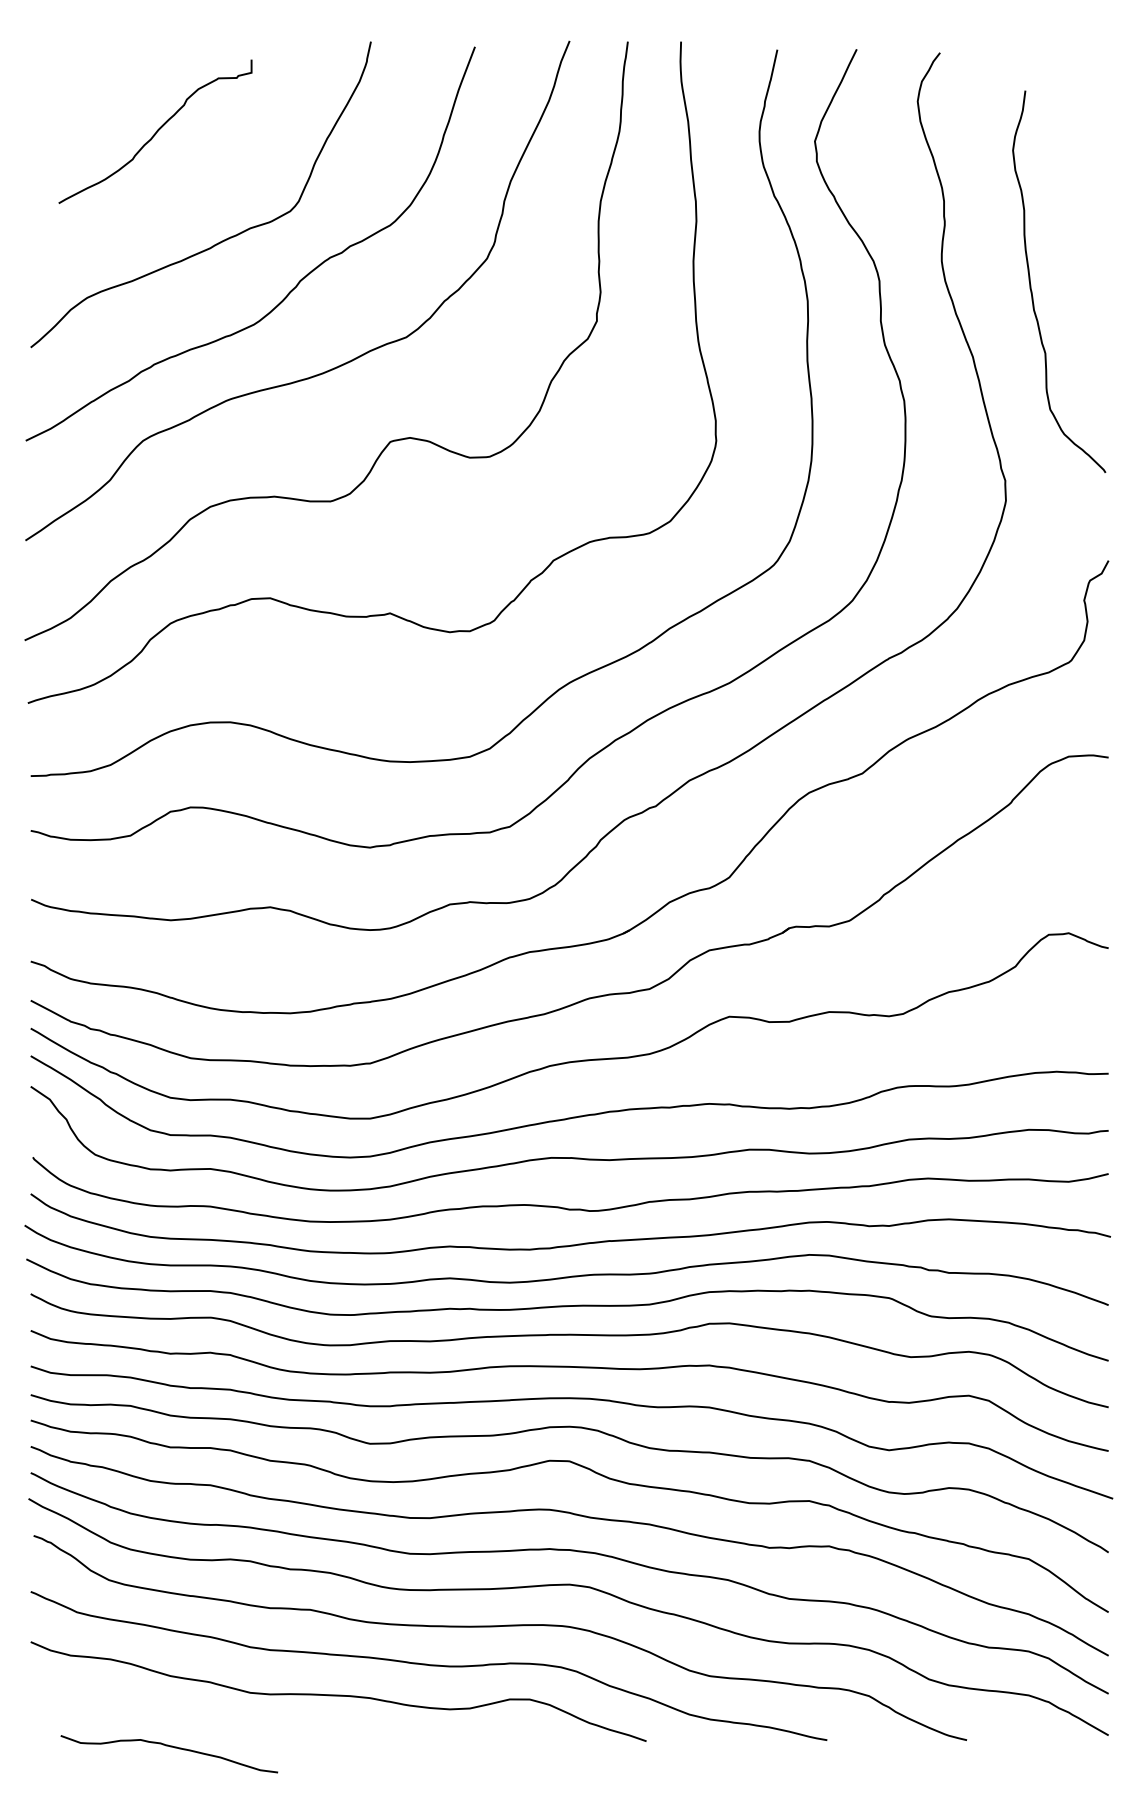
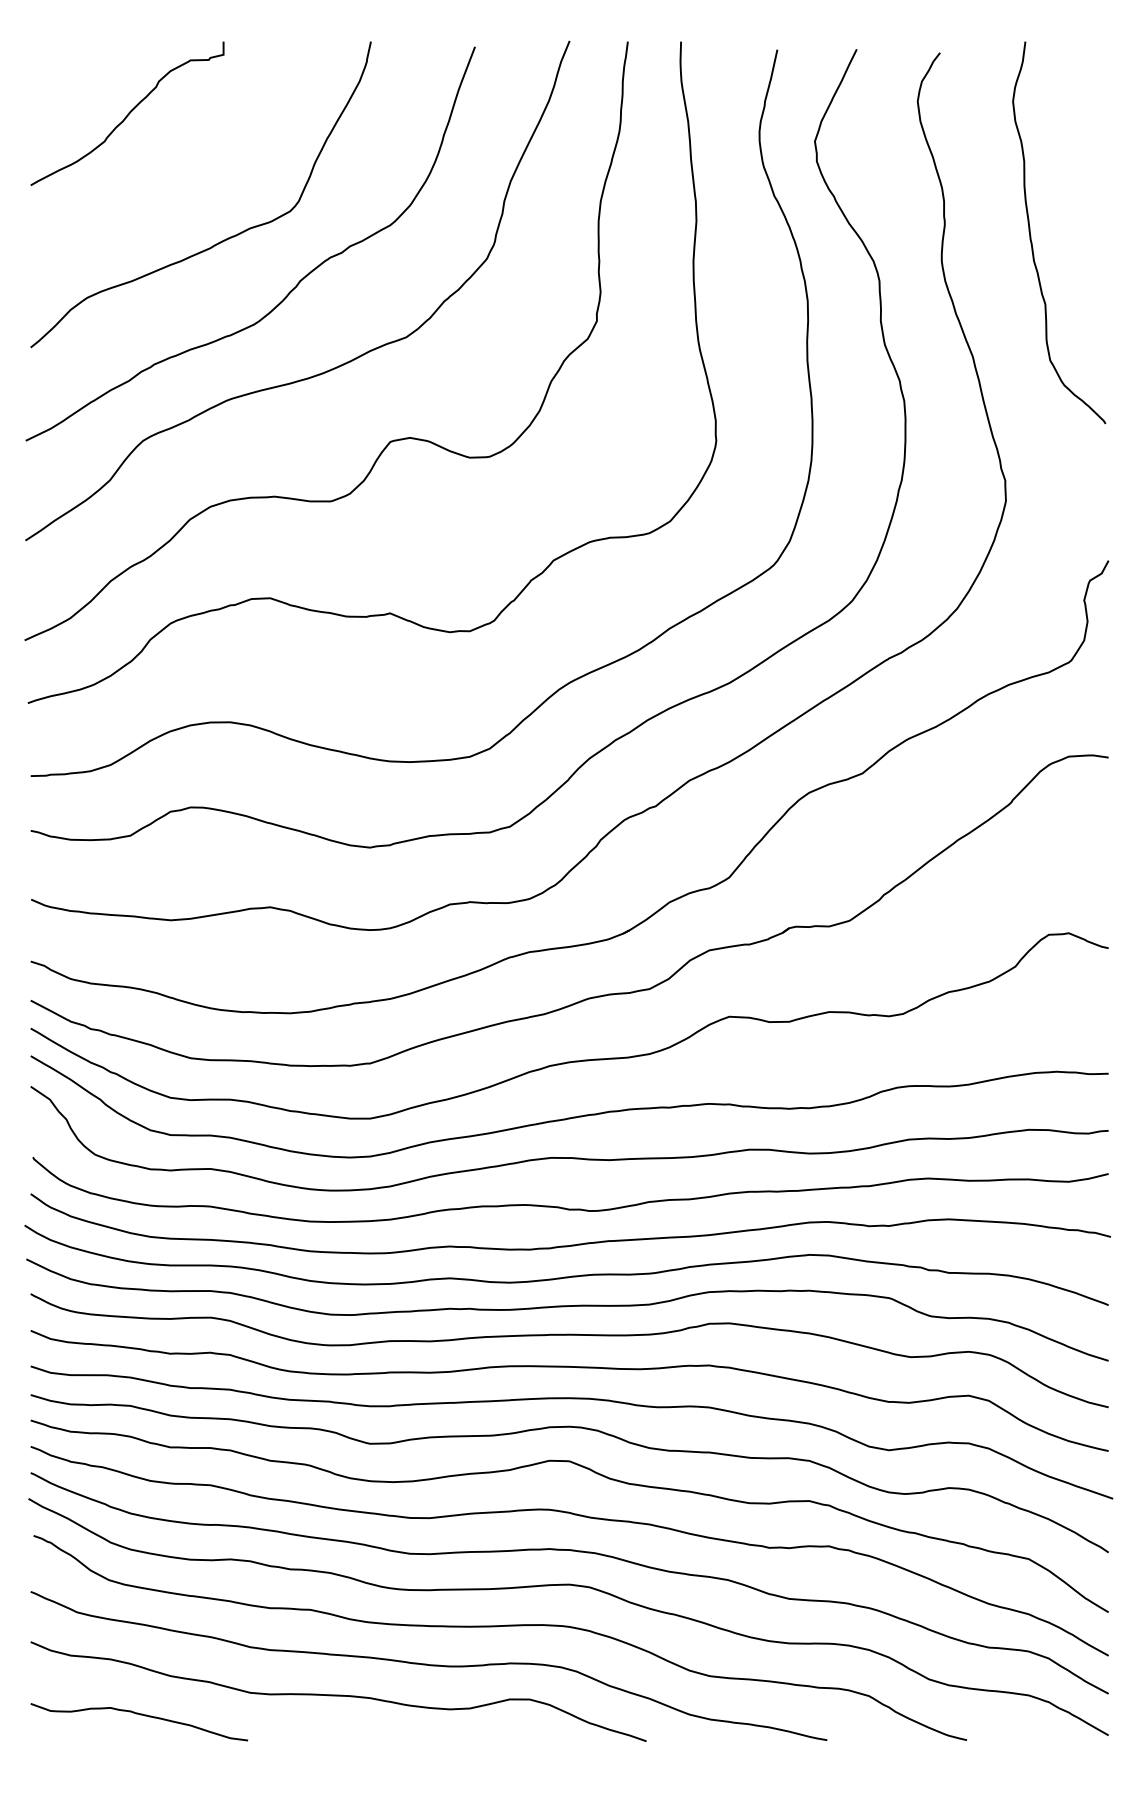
curve at (156, 131) position: (156, 131) -> (128, 113)
curve at (1031, 284) position: (1031, 284) -> (1031, 235)
curve at (170, 1747) position: (170, 1747) -> (140, 1715)
